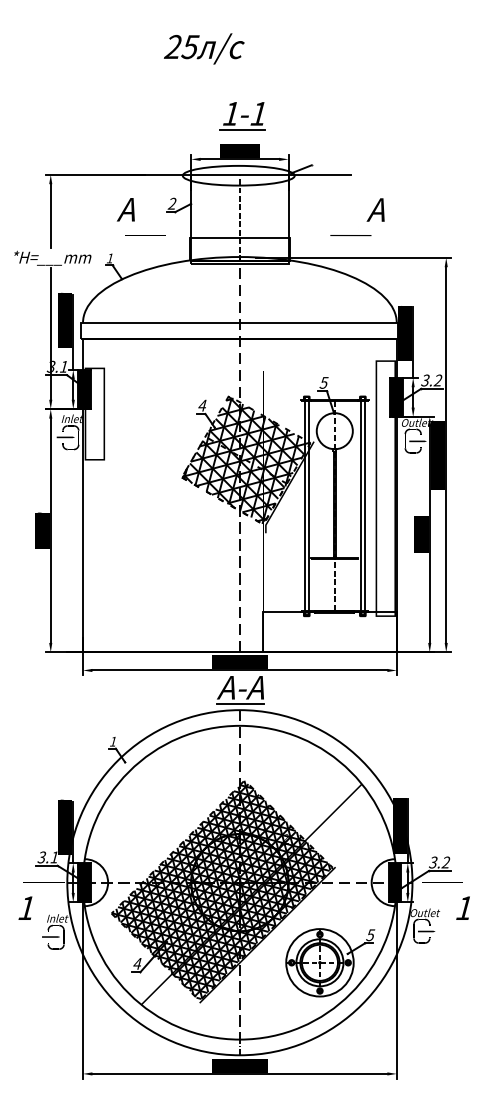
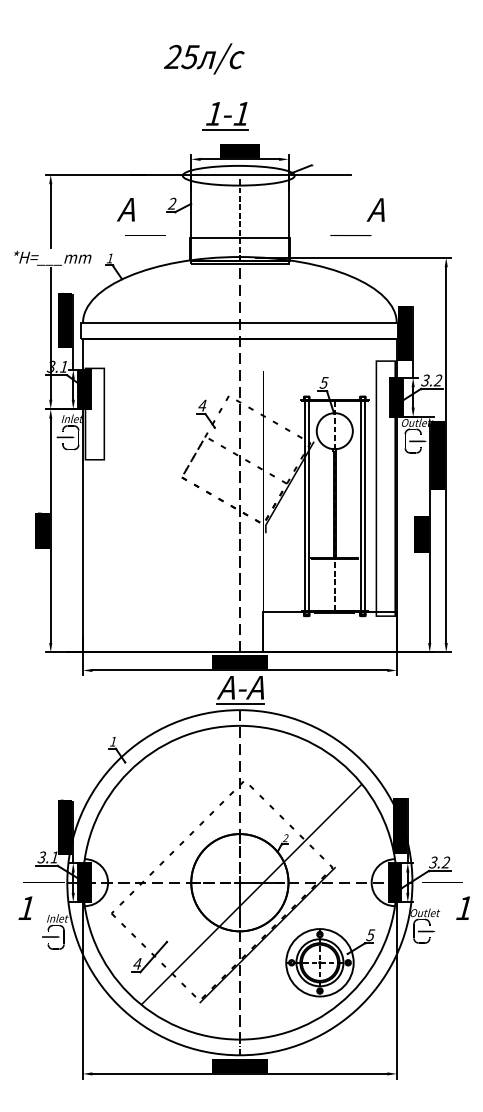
text at (204, 48) position: (204, 48) -> (204, 58)
part at (242, 116) position: (242, 116) -> (225, 116)
hatch at (246, 459): present -> none
hatch at (220, 889): present -> none
